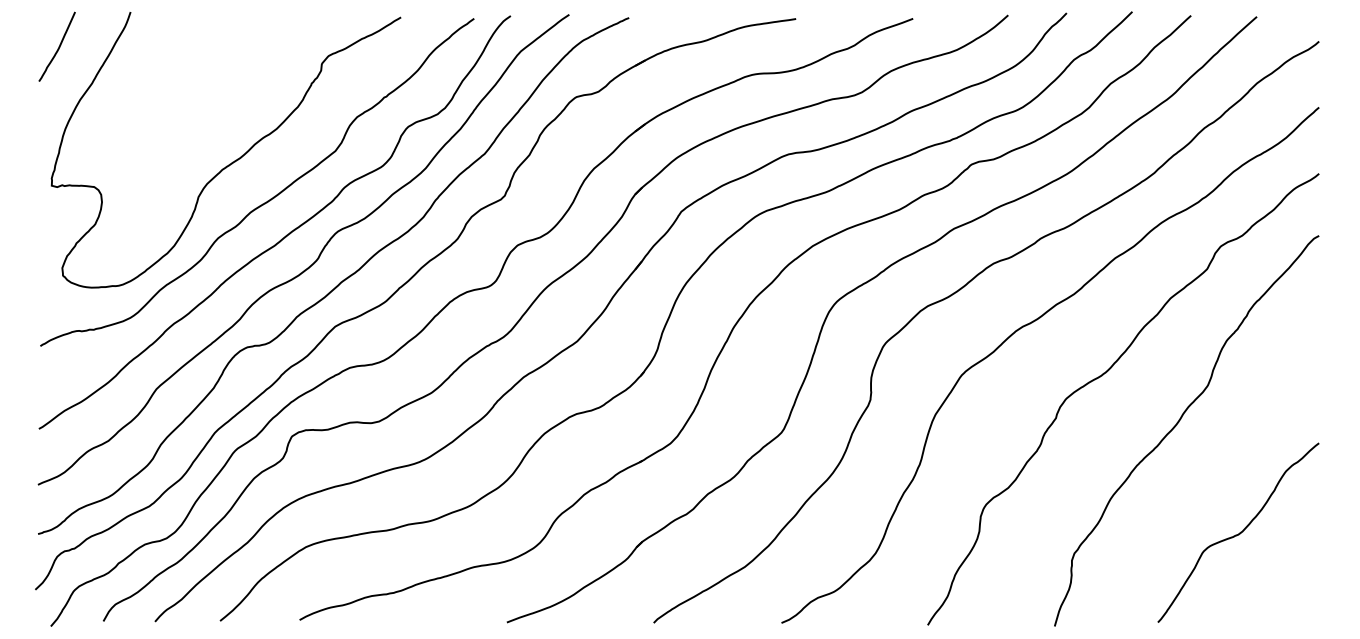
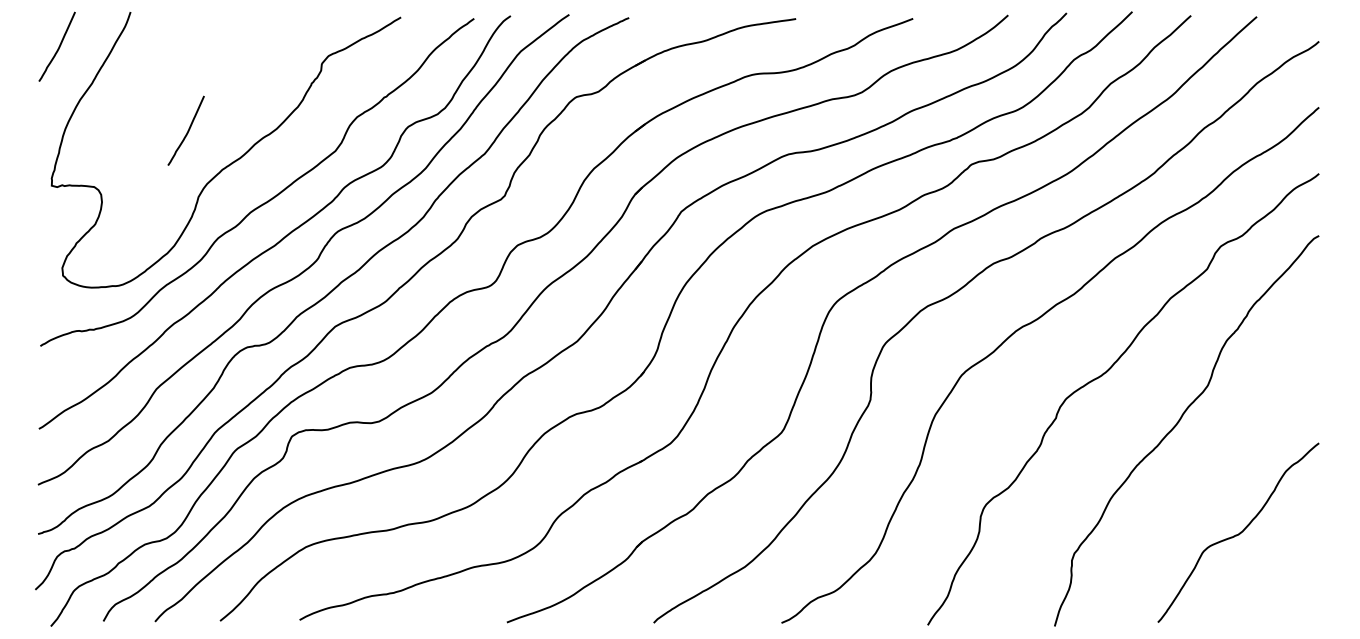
curve at (187, 130): none -> present
